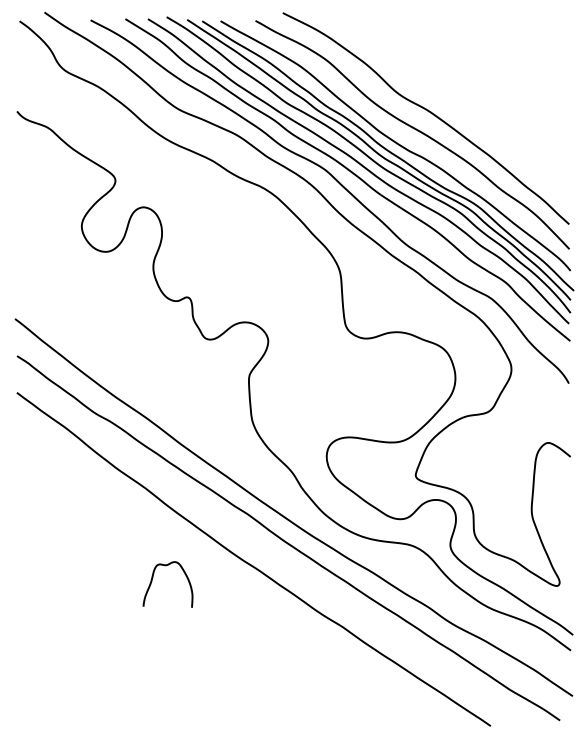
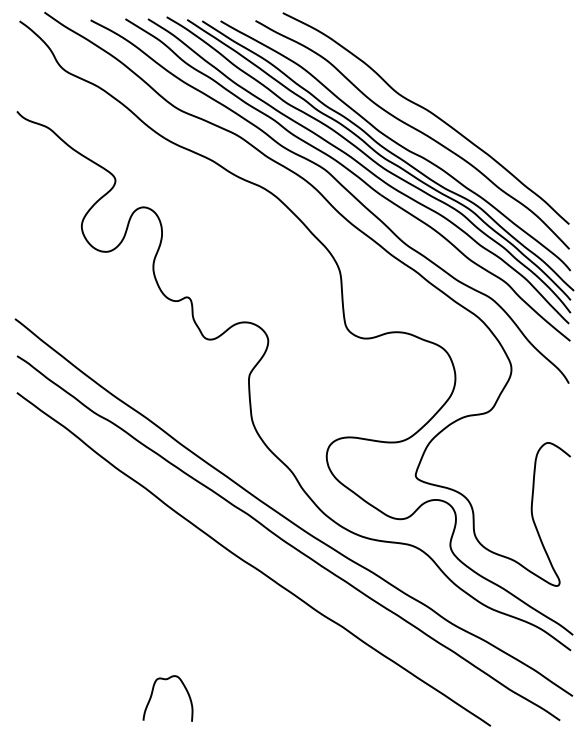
curve at (153, 578) position: (153, 578) -> (153, 692)
